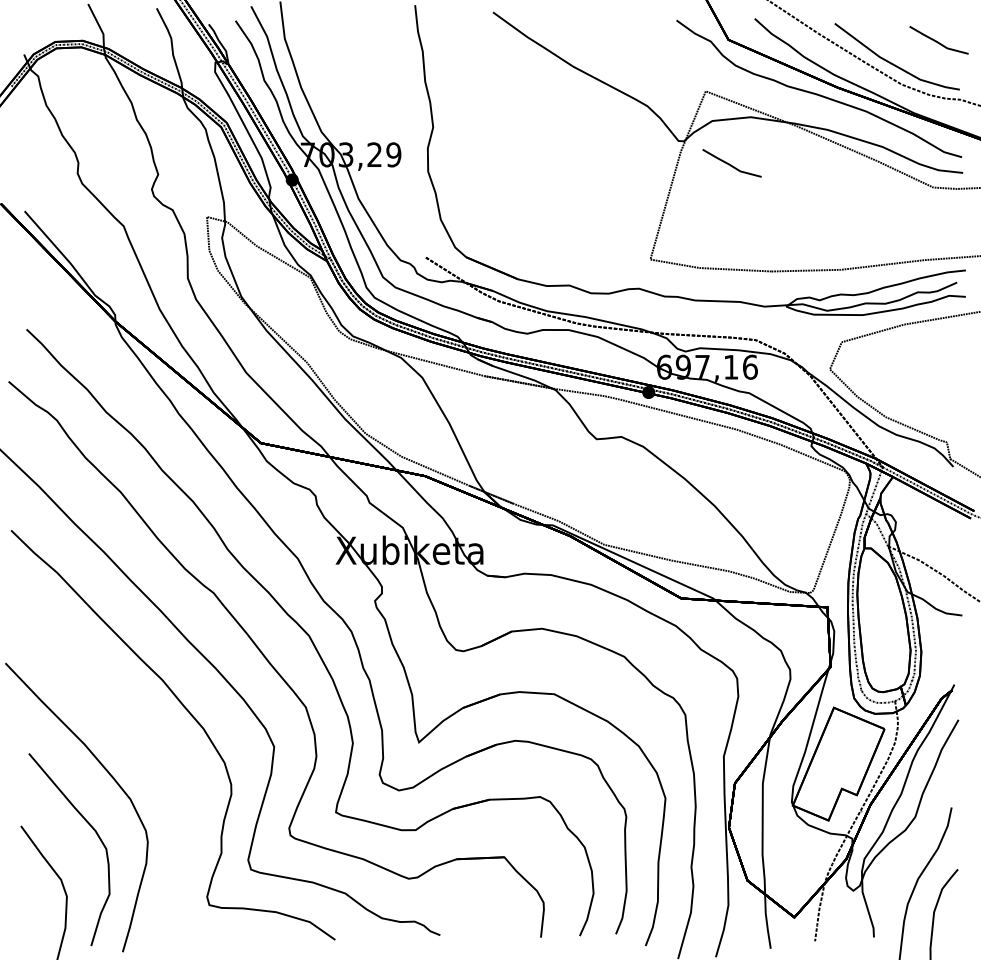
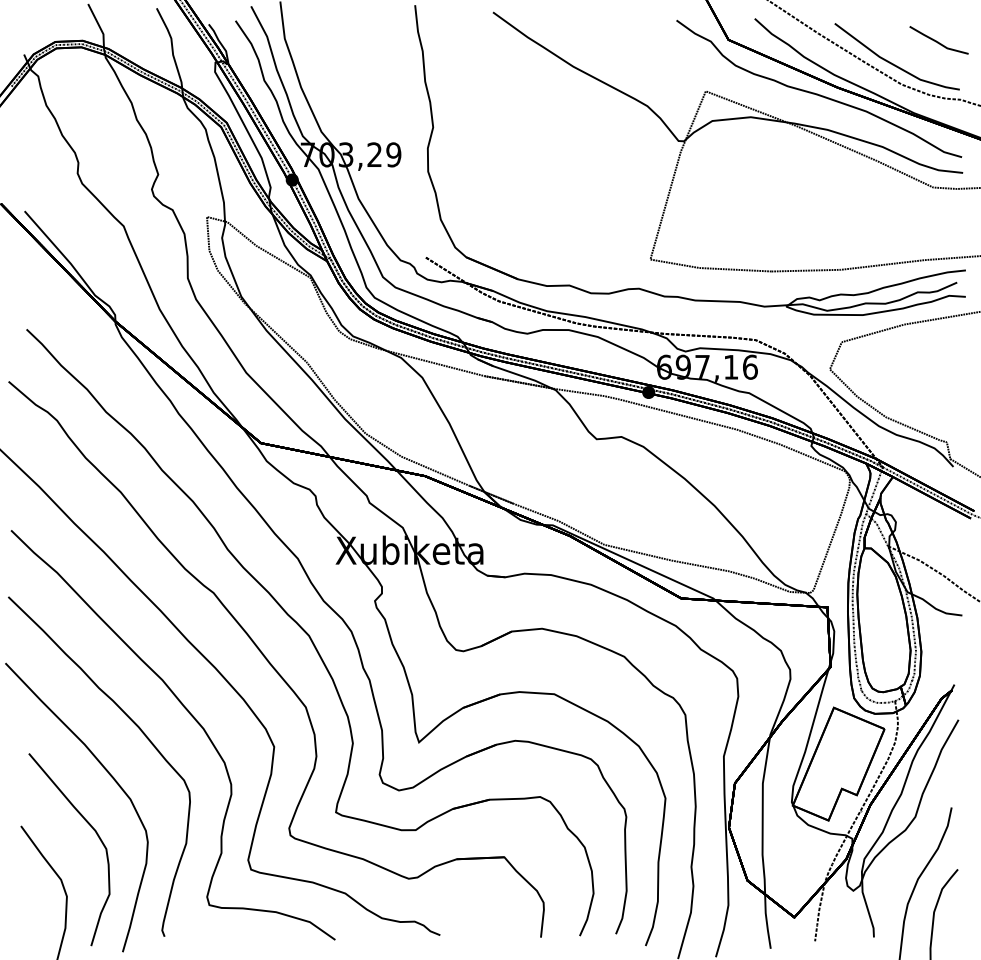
line at (731, 164): present -> none
part at (141, 732): none -> present
